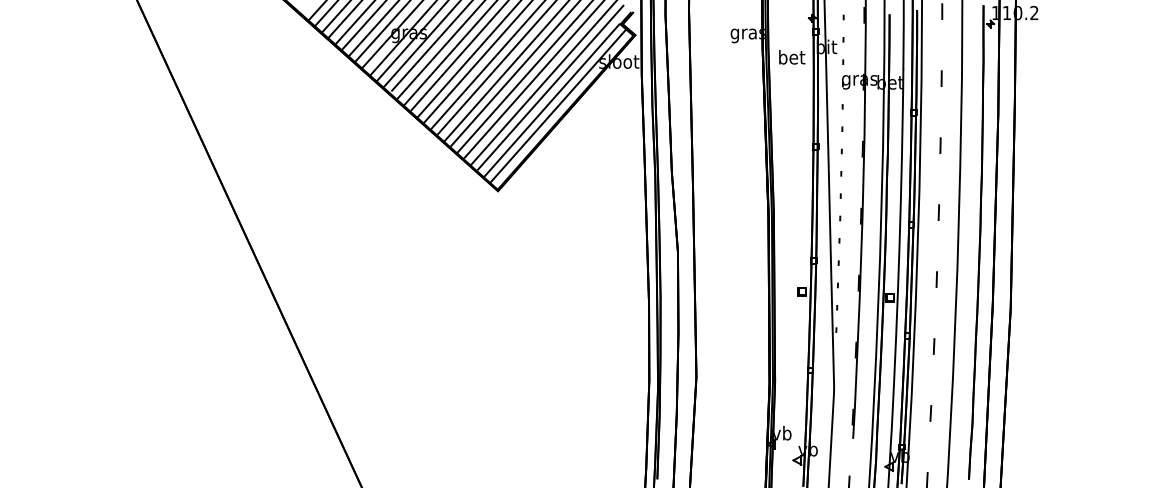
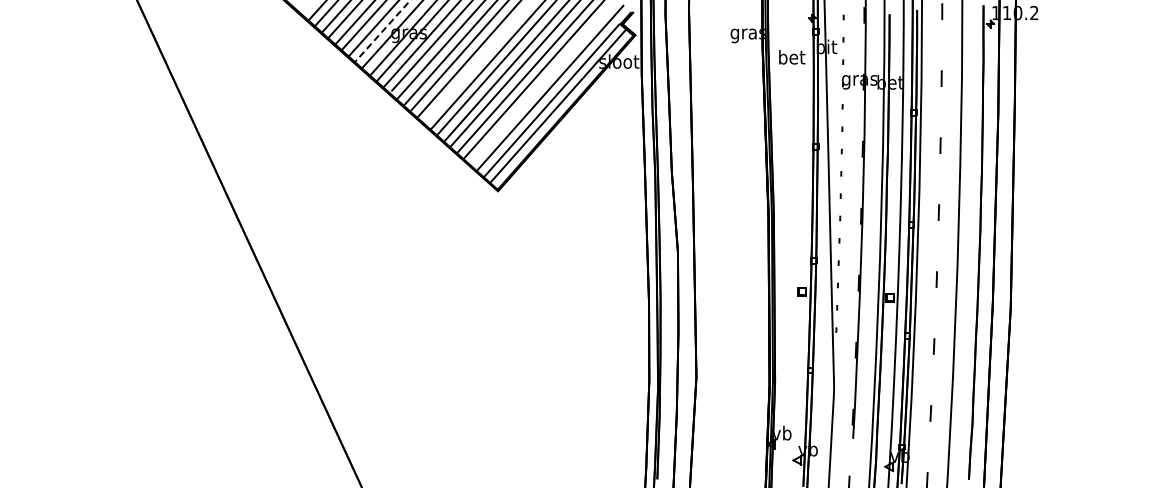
line at (382, 31): solid -> dashed
line at (477, 62): present -> none
line at (543, 83): present -> none
